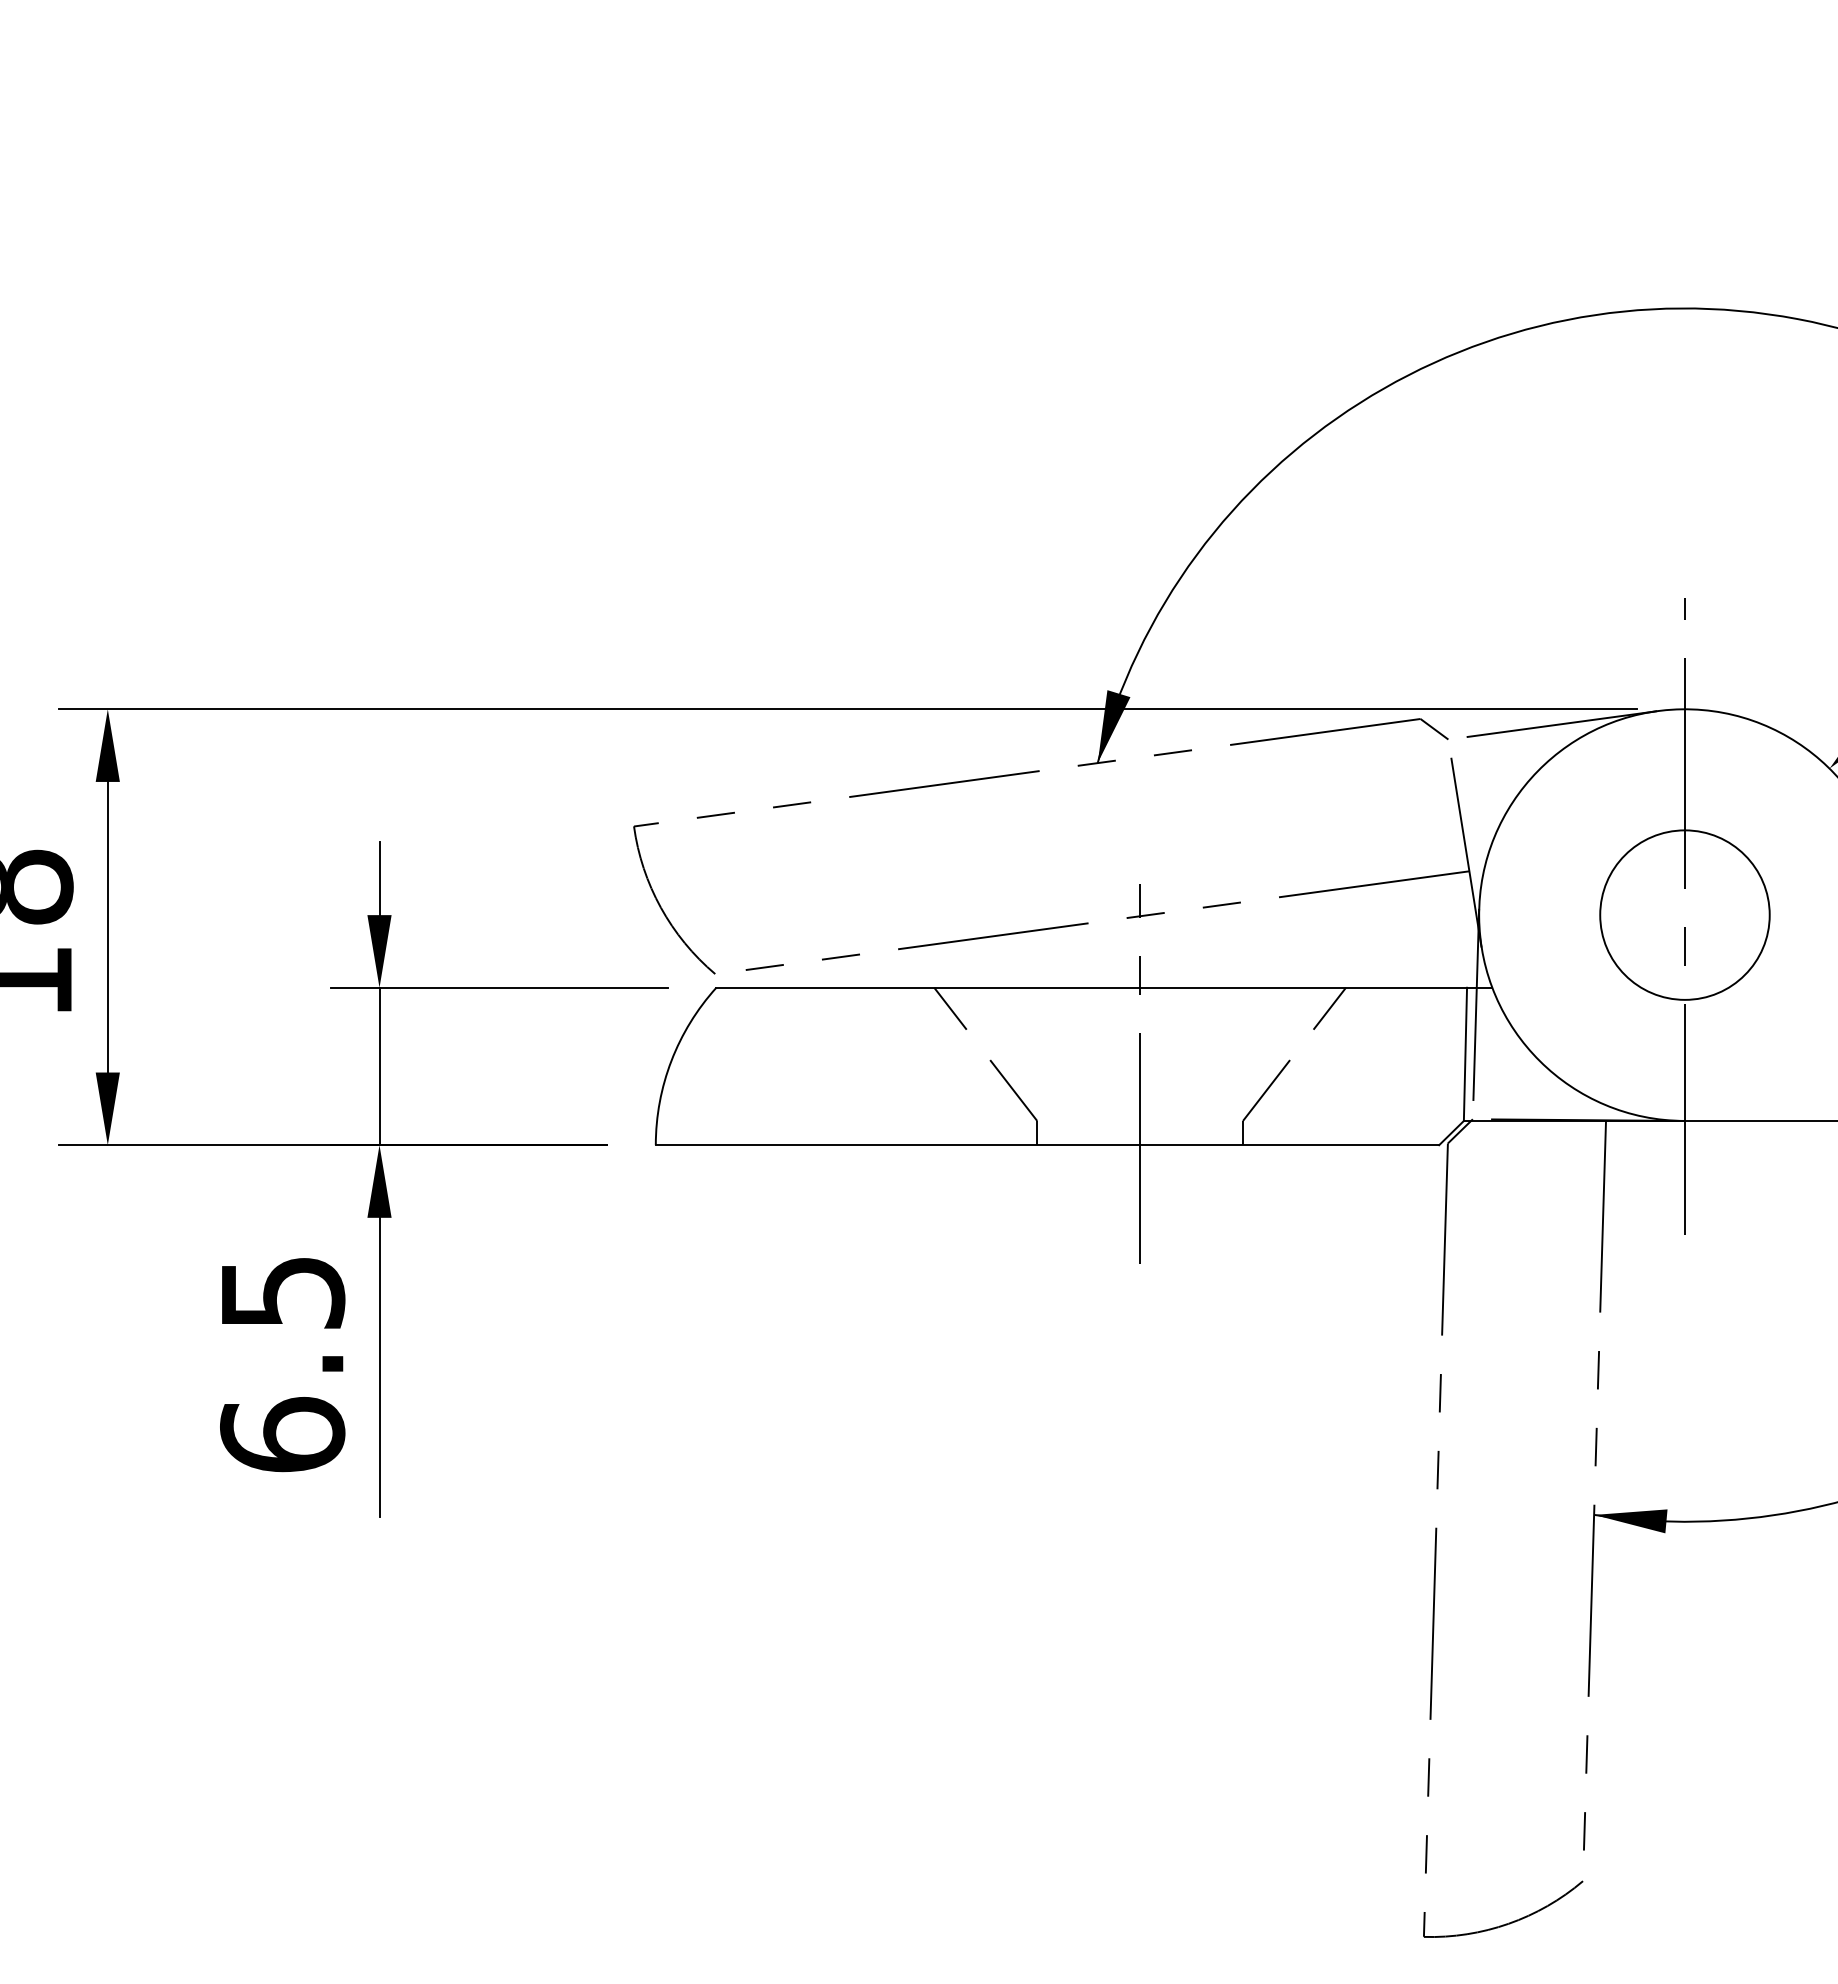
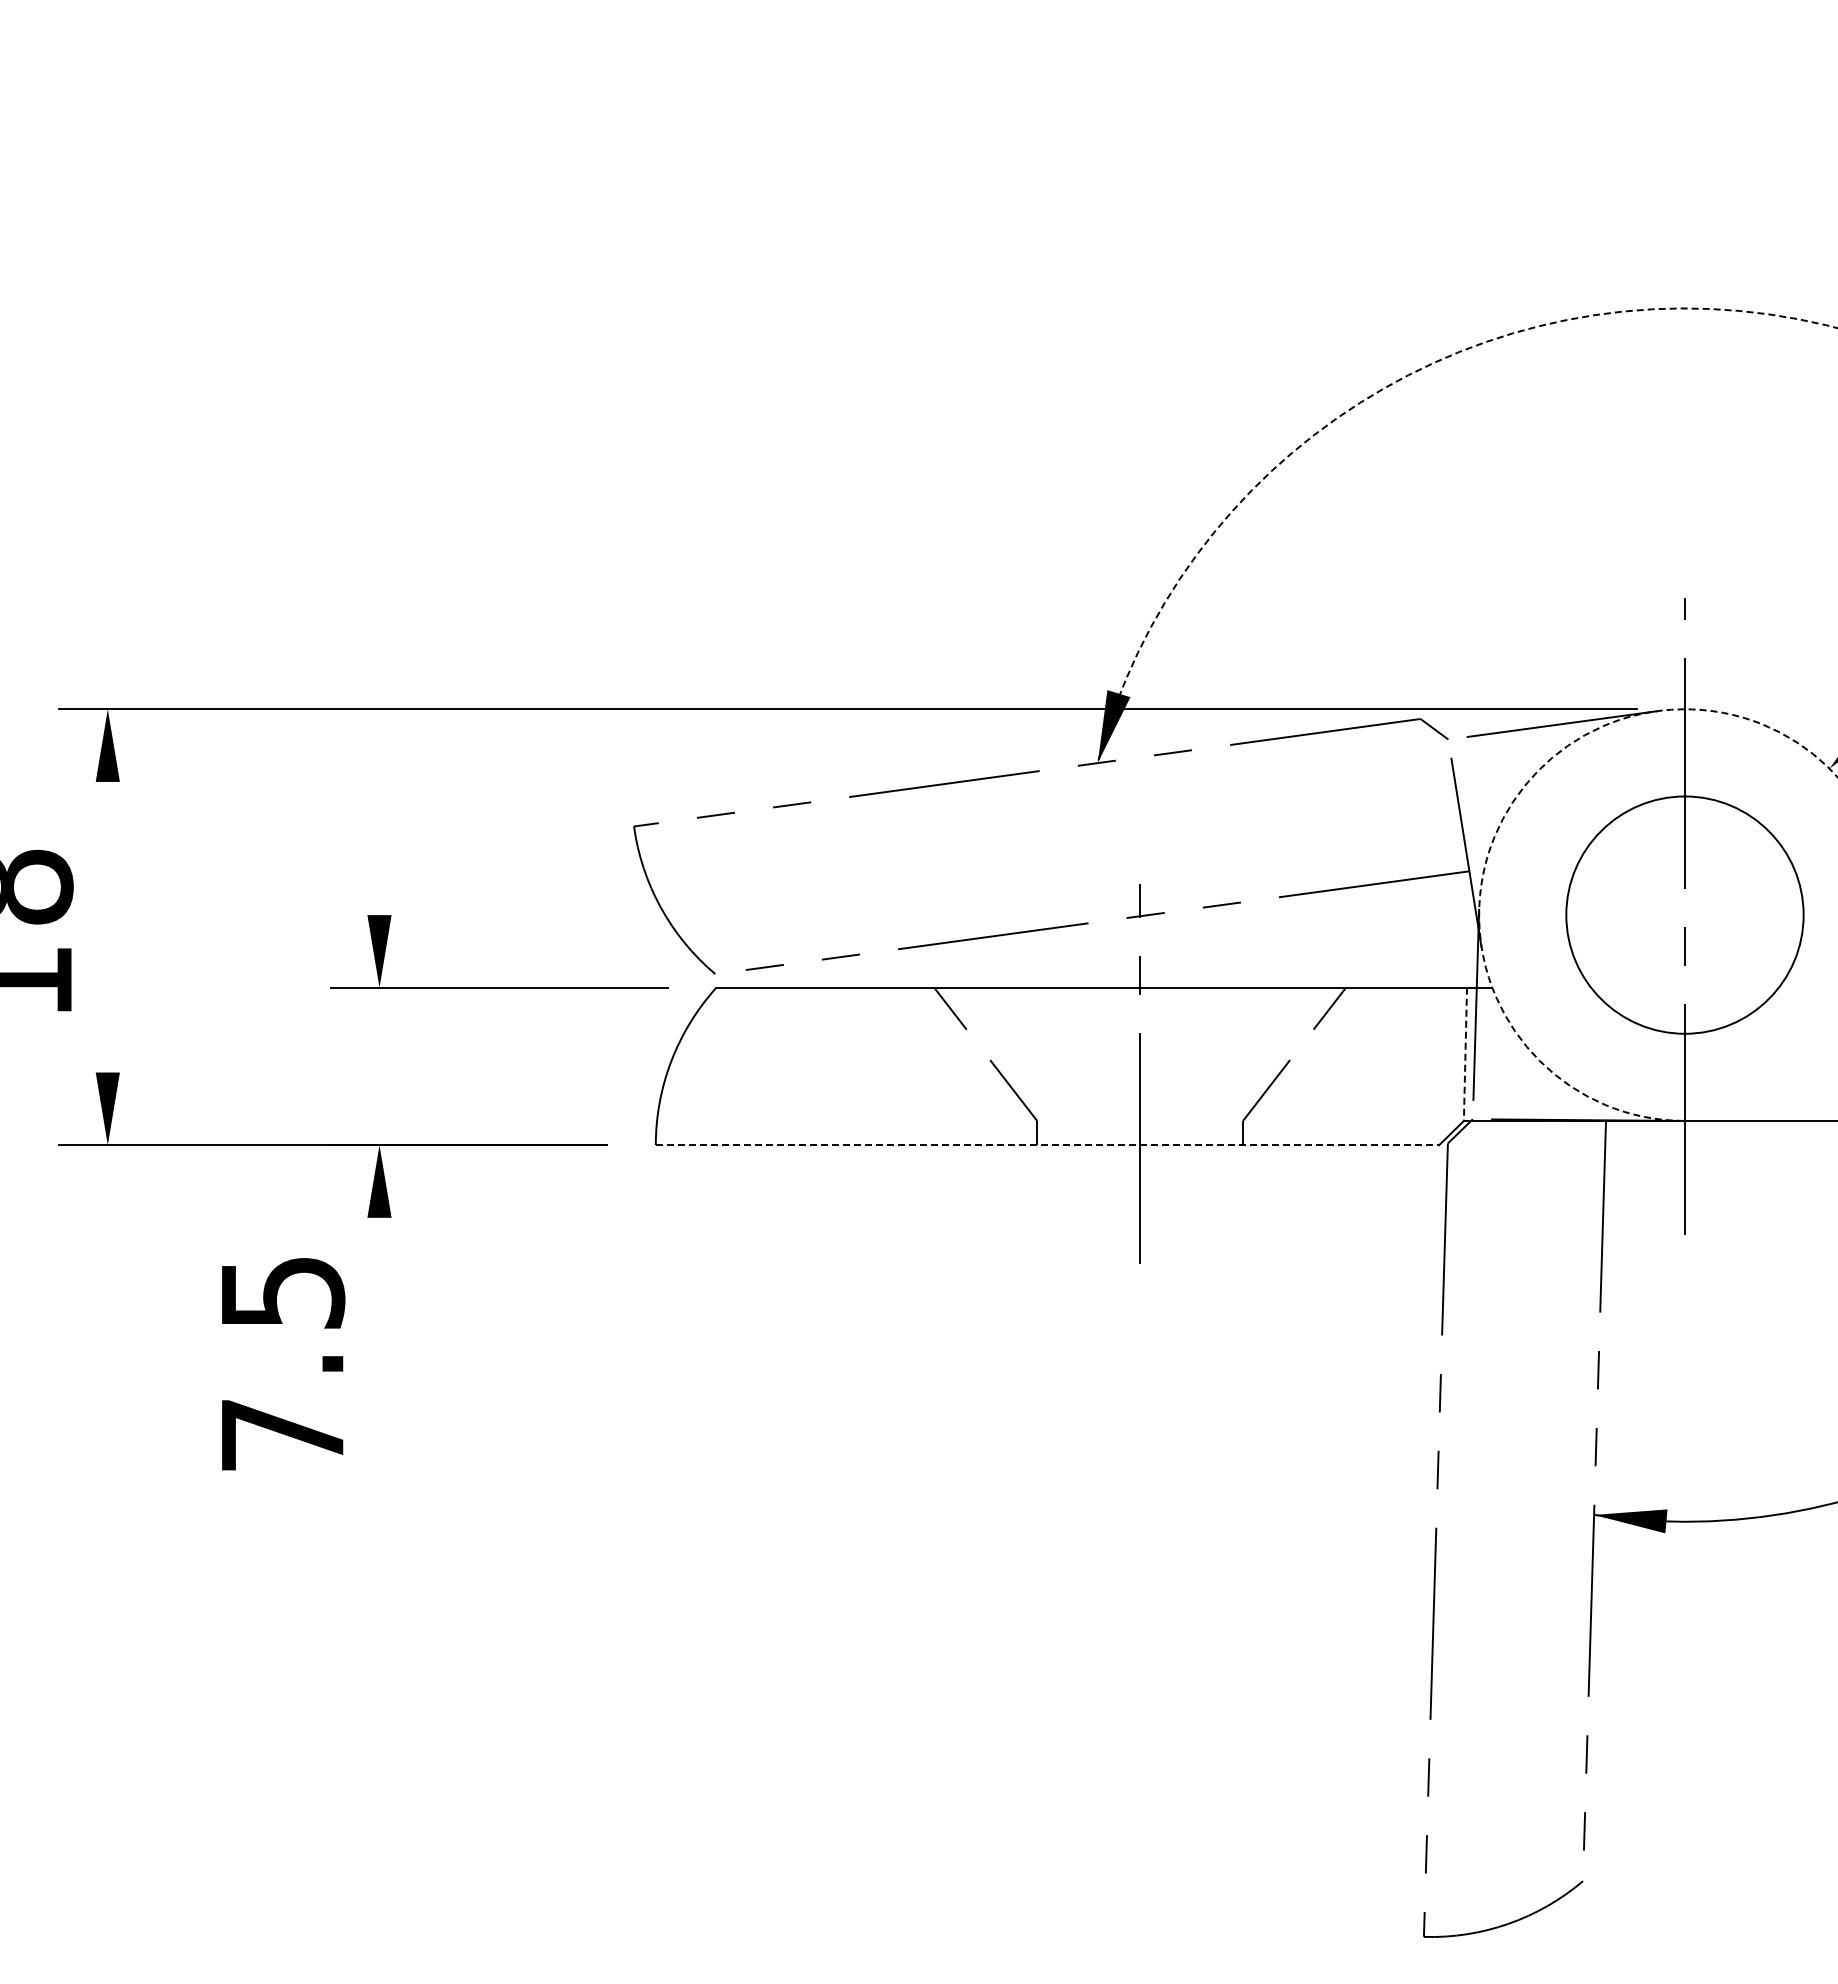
arc at (1377, 392): solid -> dashed
arc at (1495, 835): solid -> dashed
line at (379, 878): present -> none
circle at (1684, 914) diameter: 170 px -> 237 px
line at (107, 926): present -> none
line at (1465, 1054): solid -> dashed
line at (379, 1066): present -> none
line at (1047, 1145): solid -> dashed
line at (379, 1367): present -> none
text at (282, 1434): 6.5 -> 7.5
